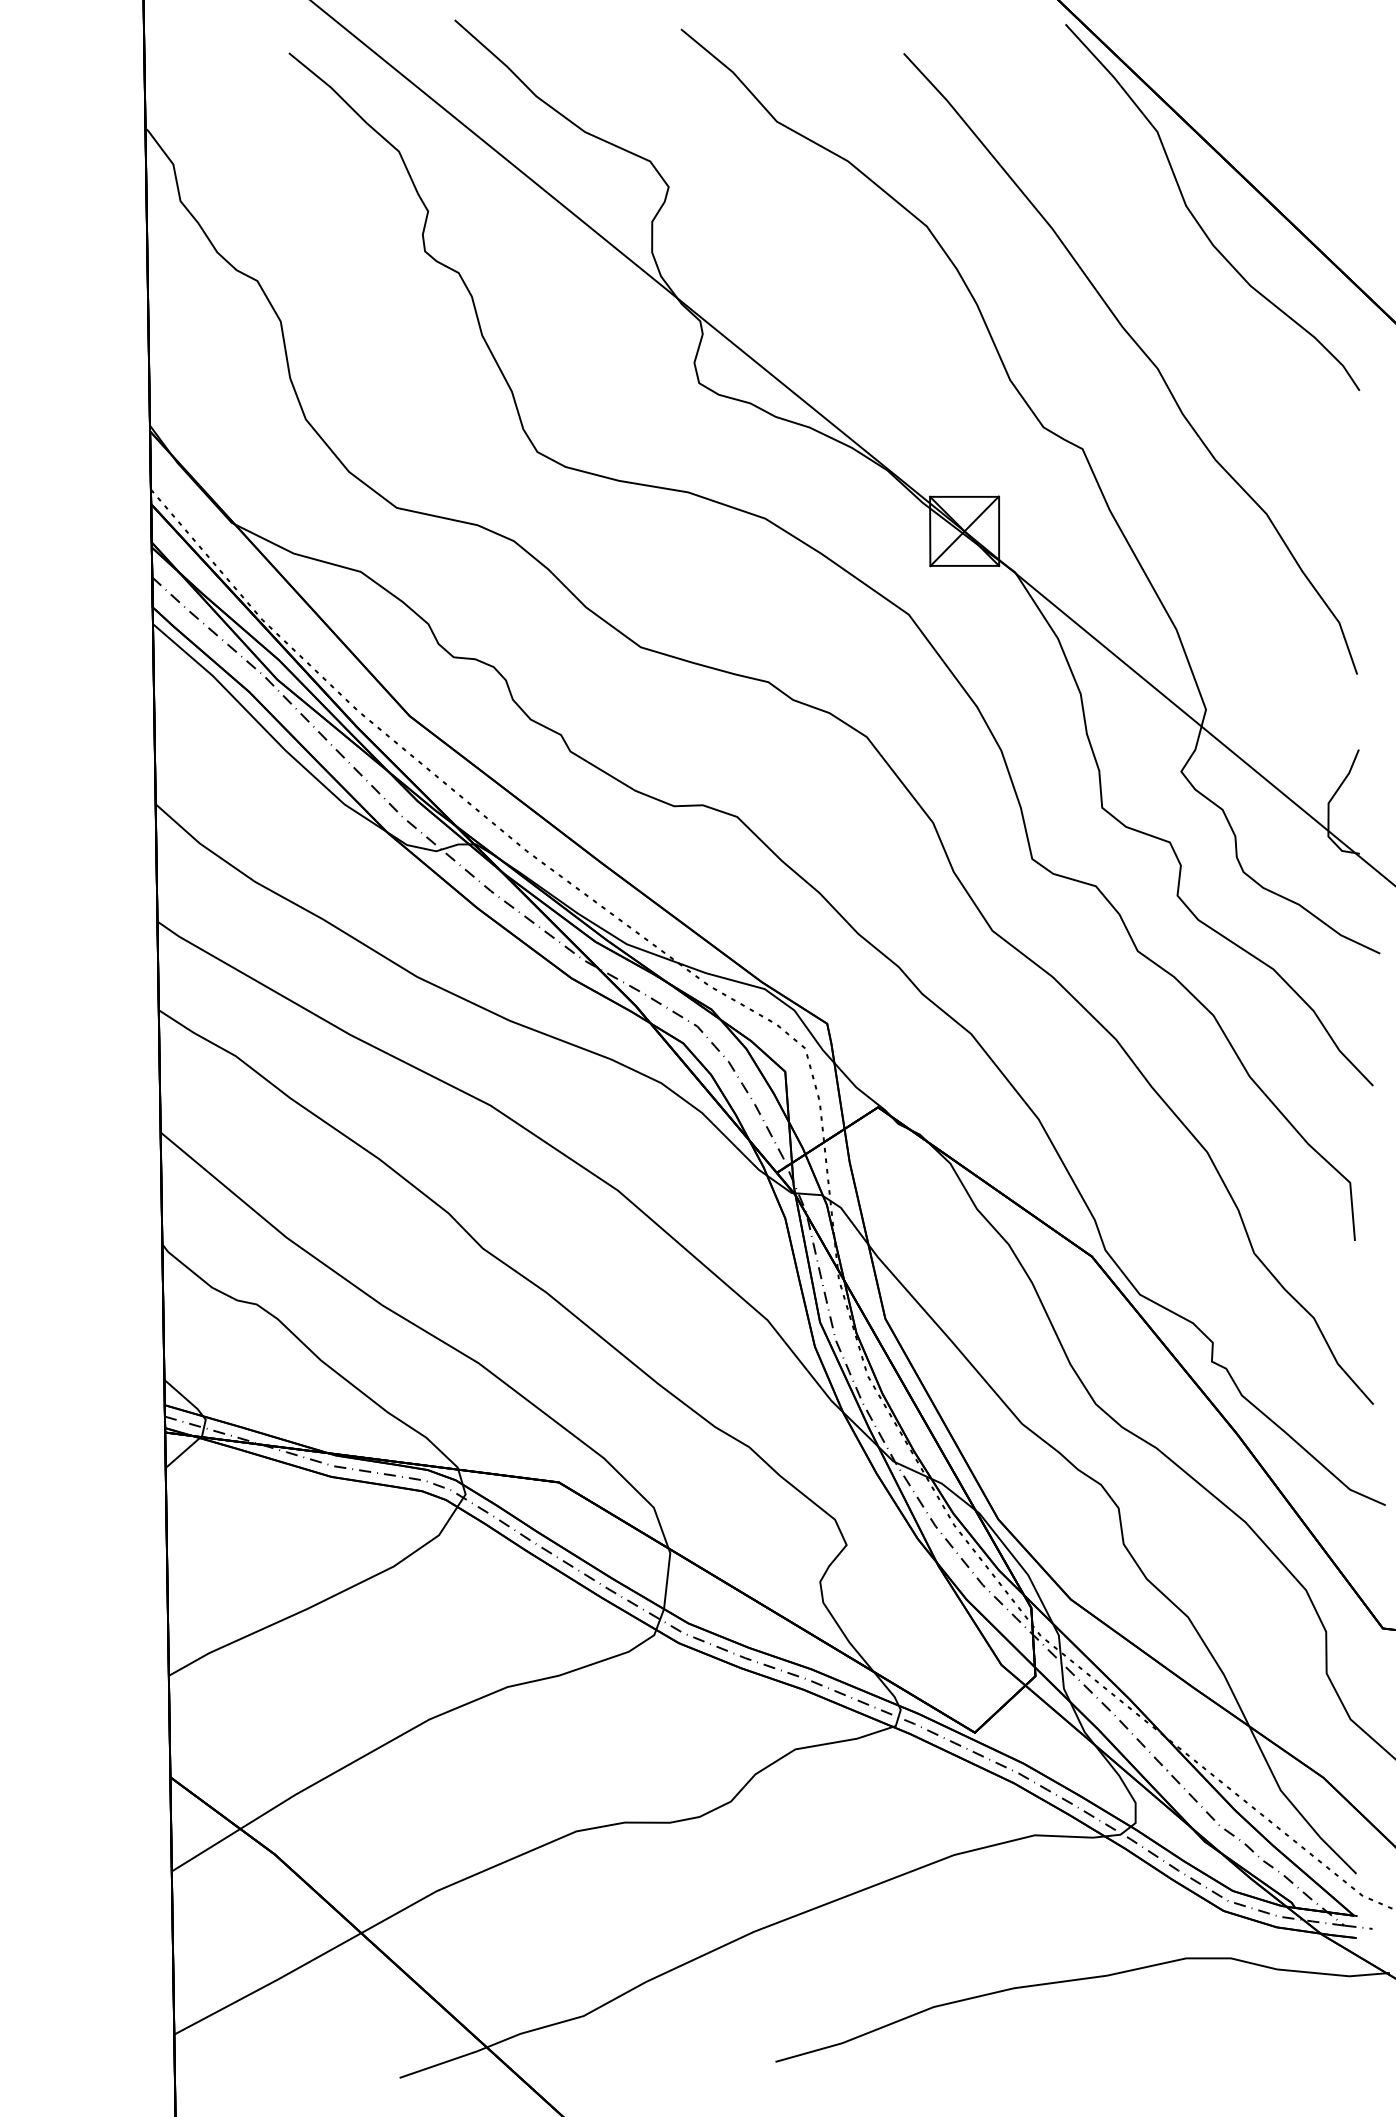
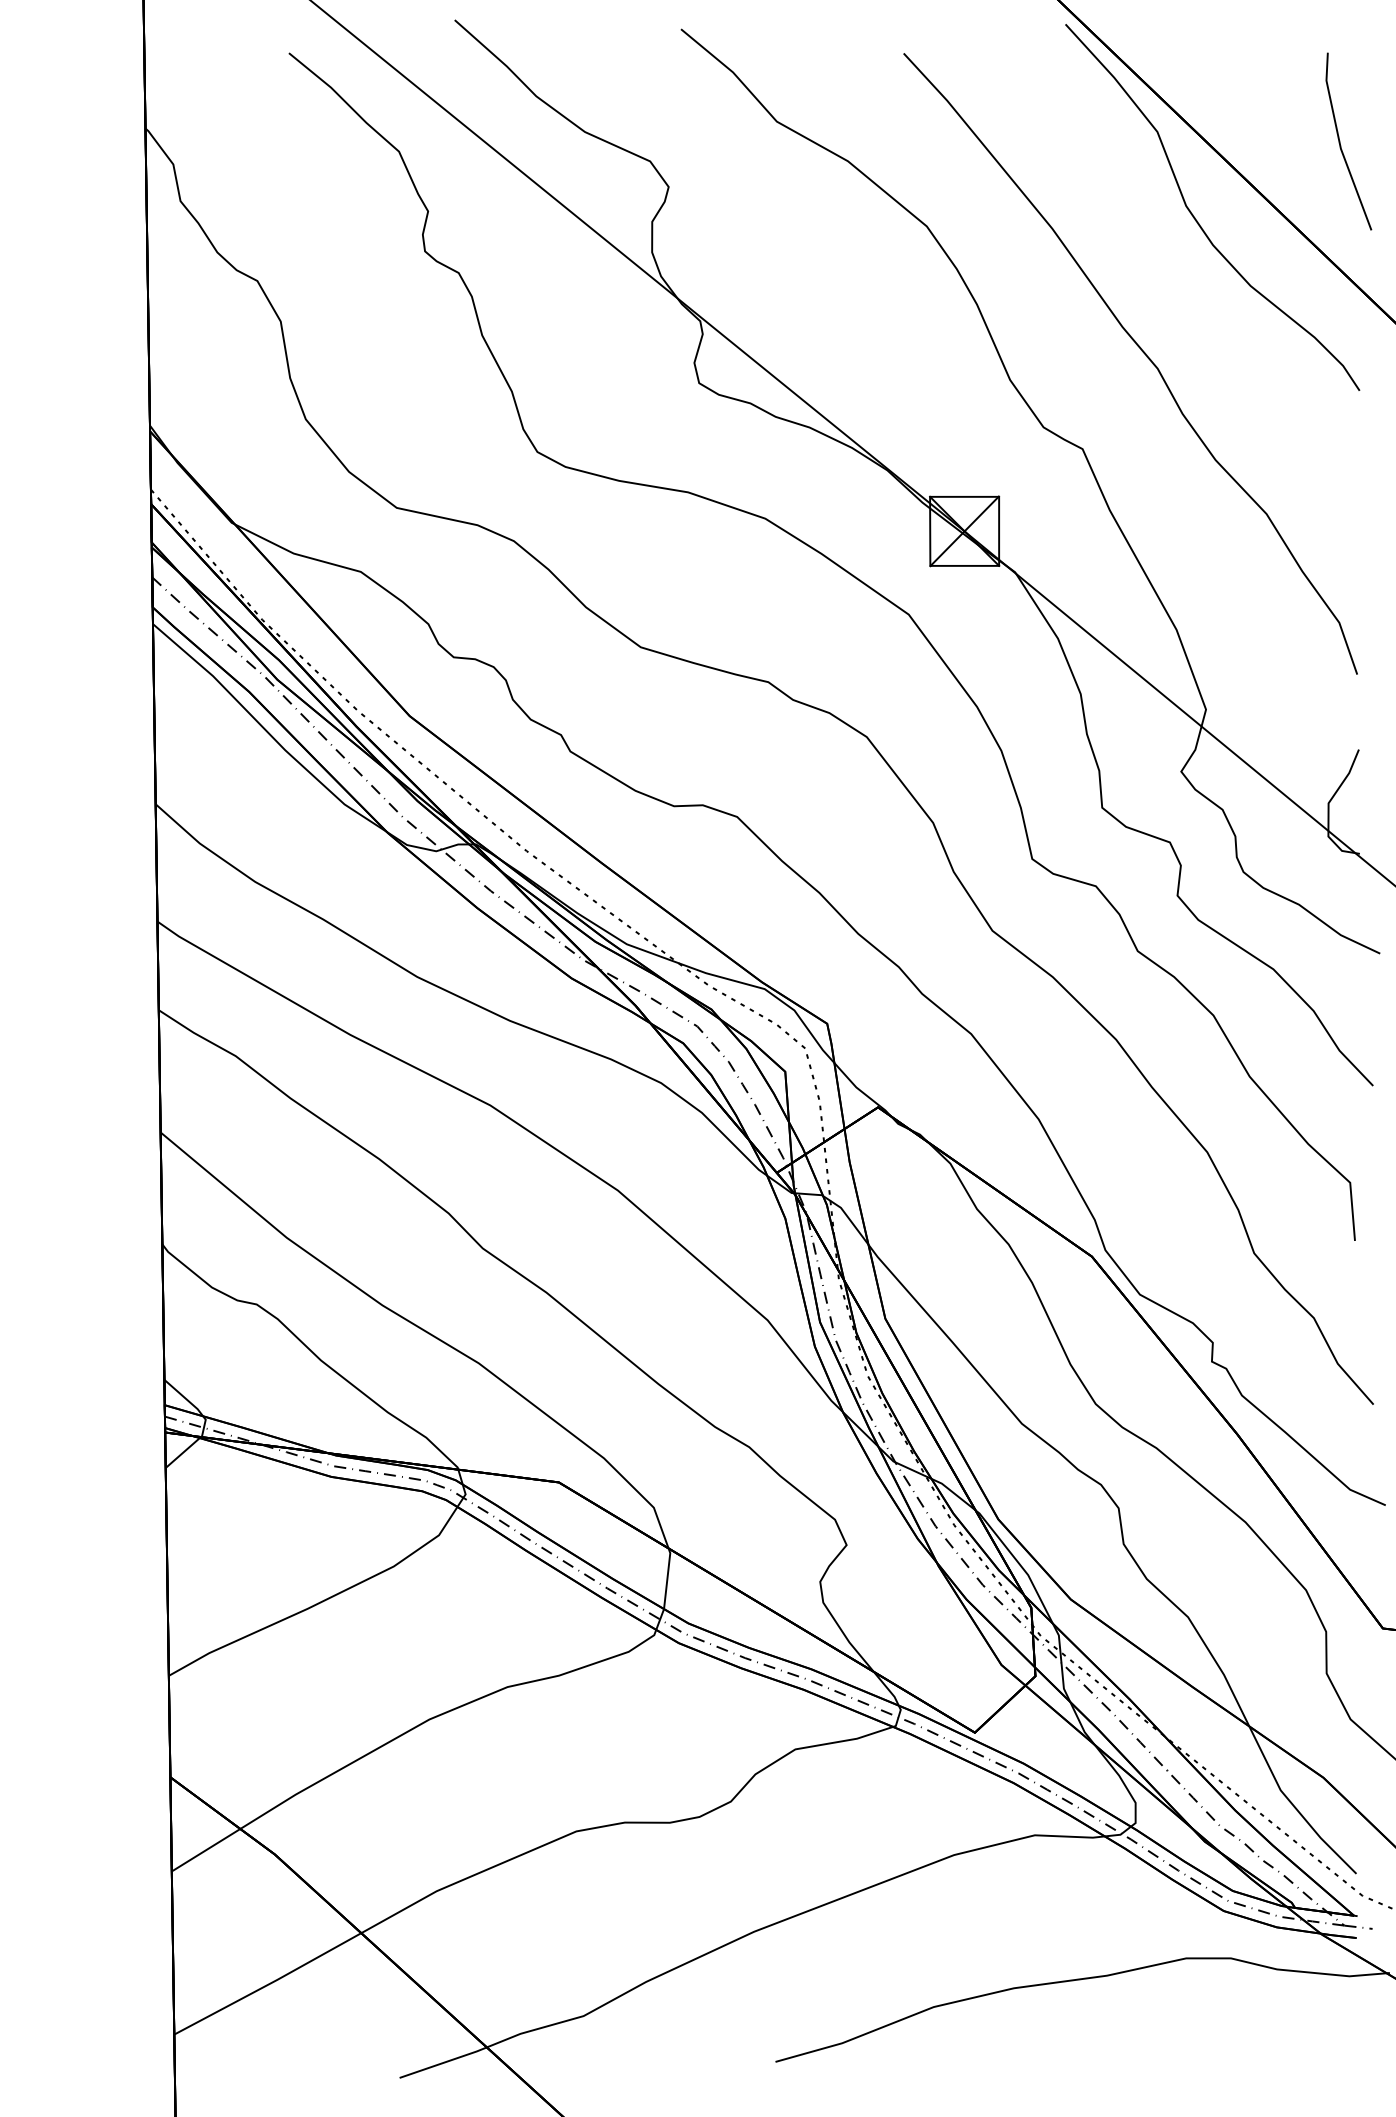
line at (1340, 141): none -> present
